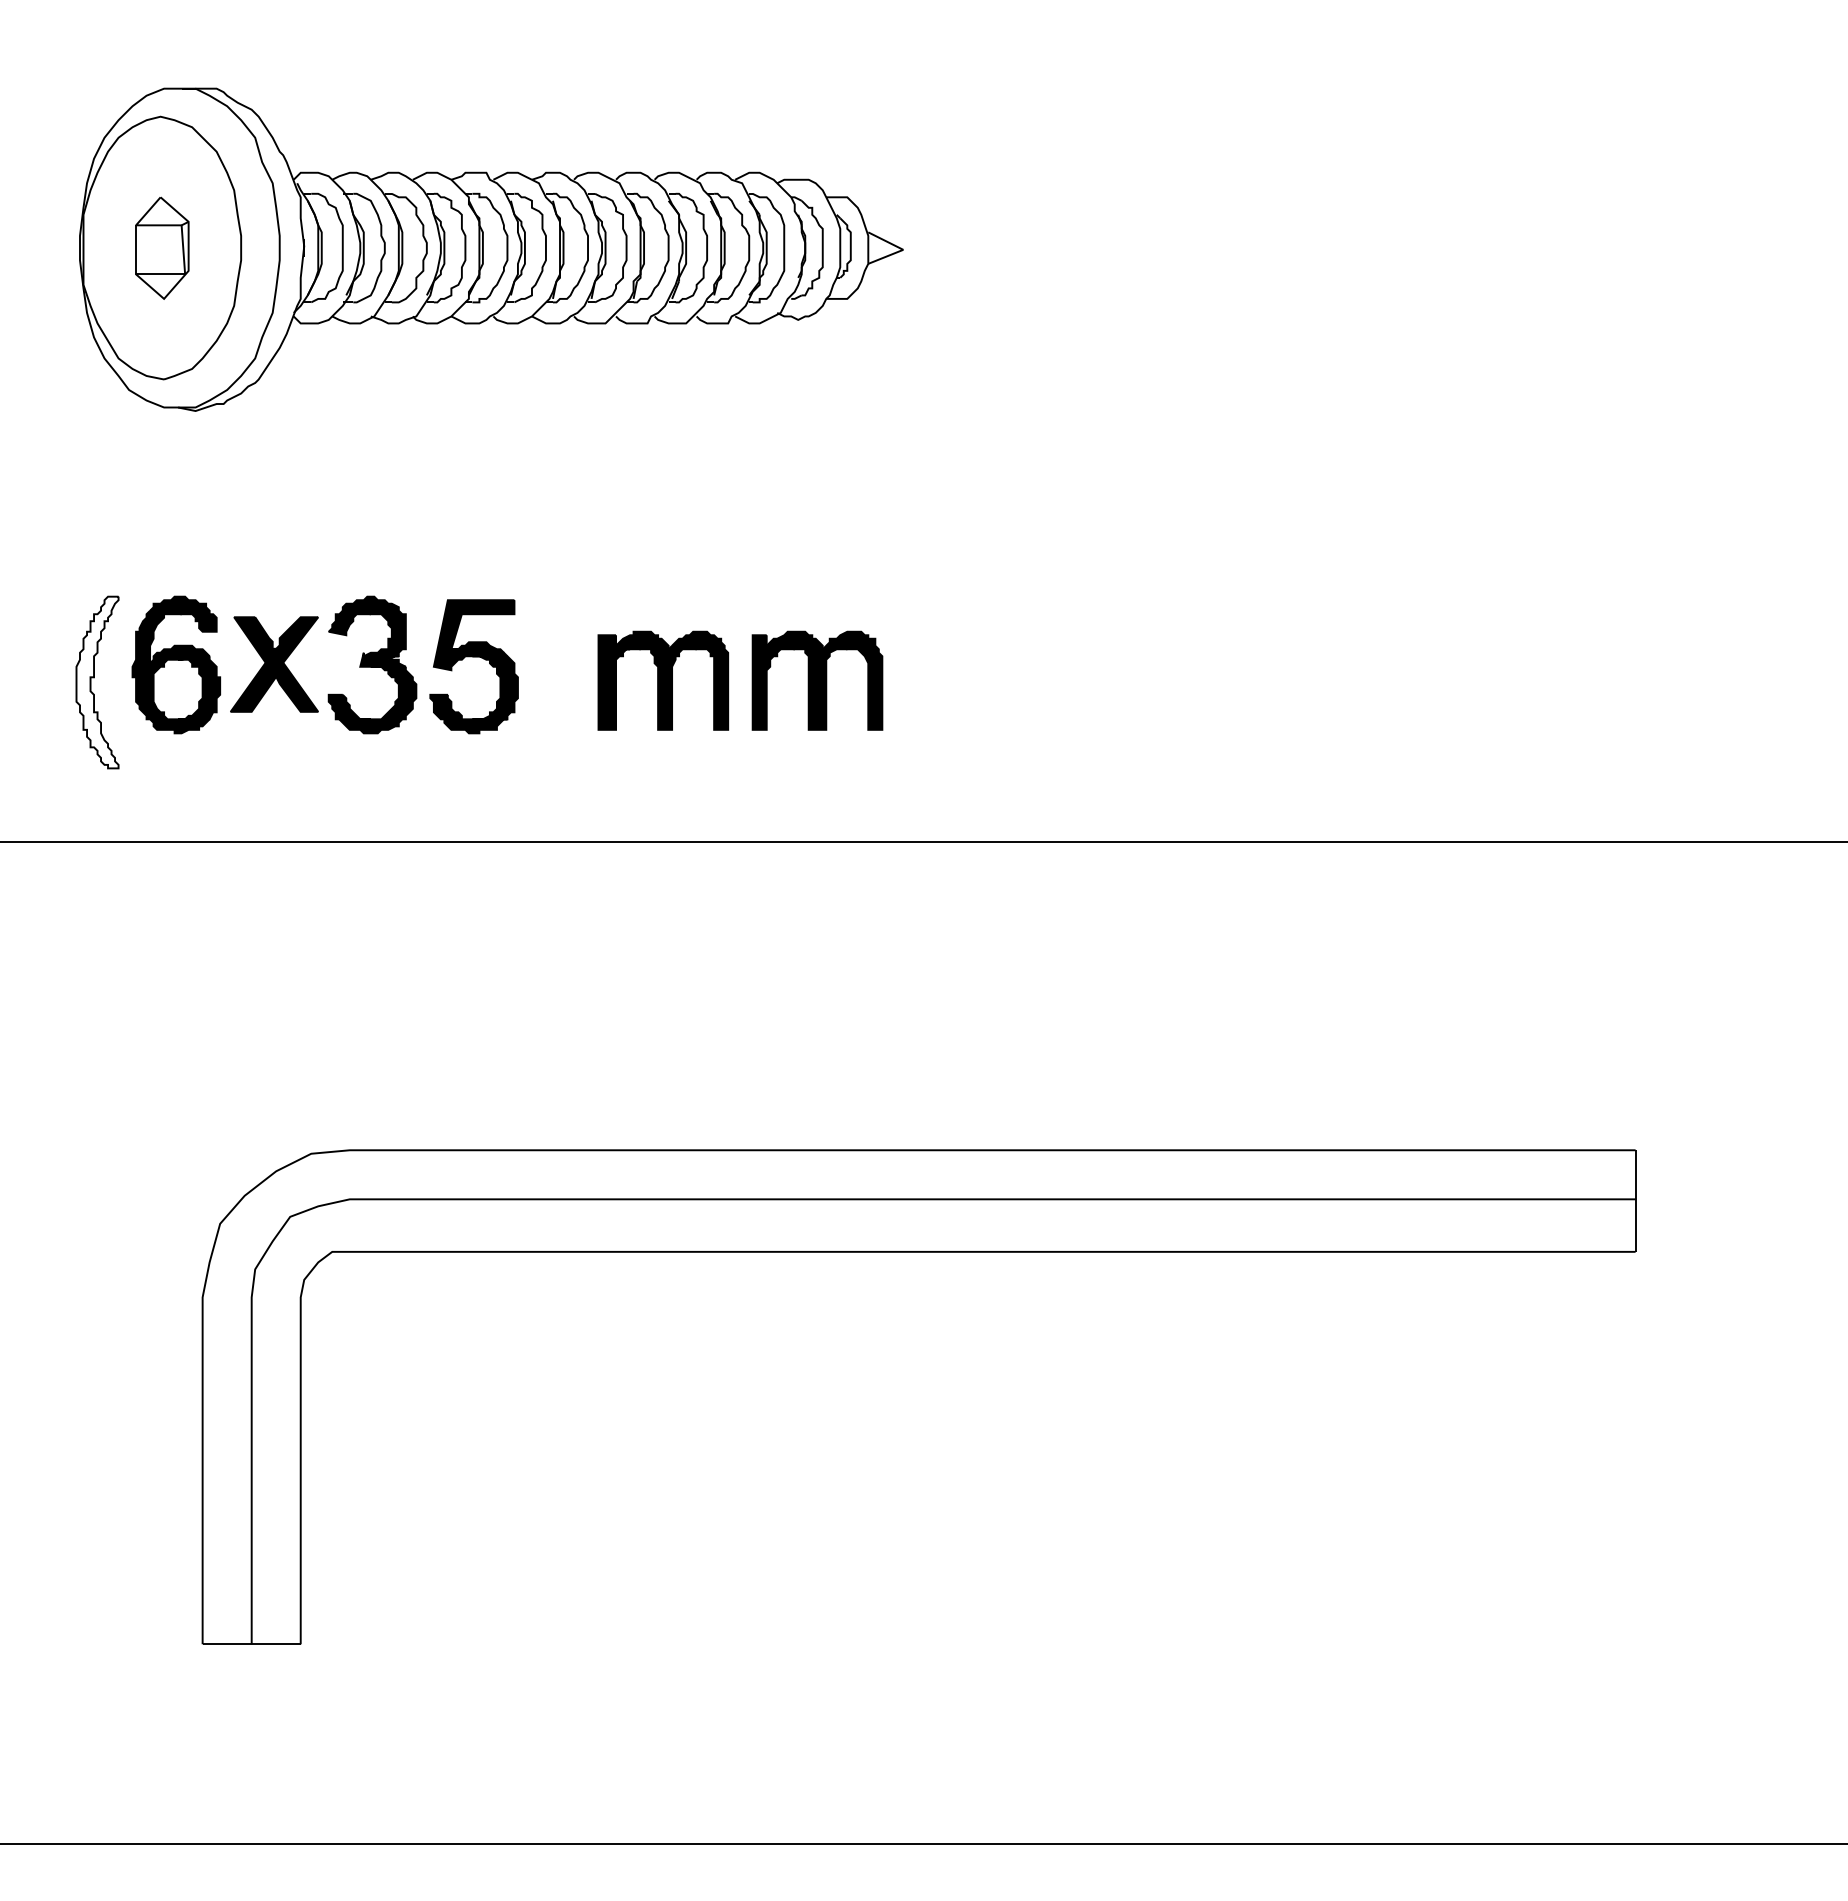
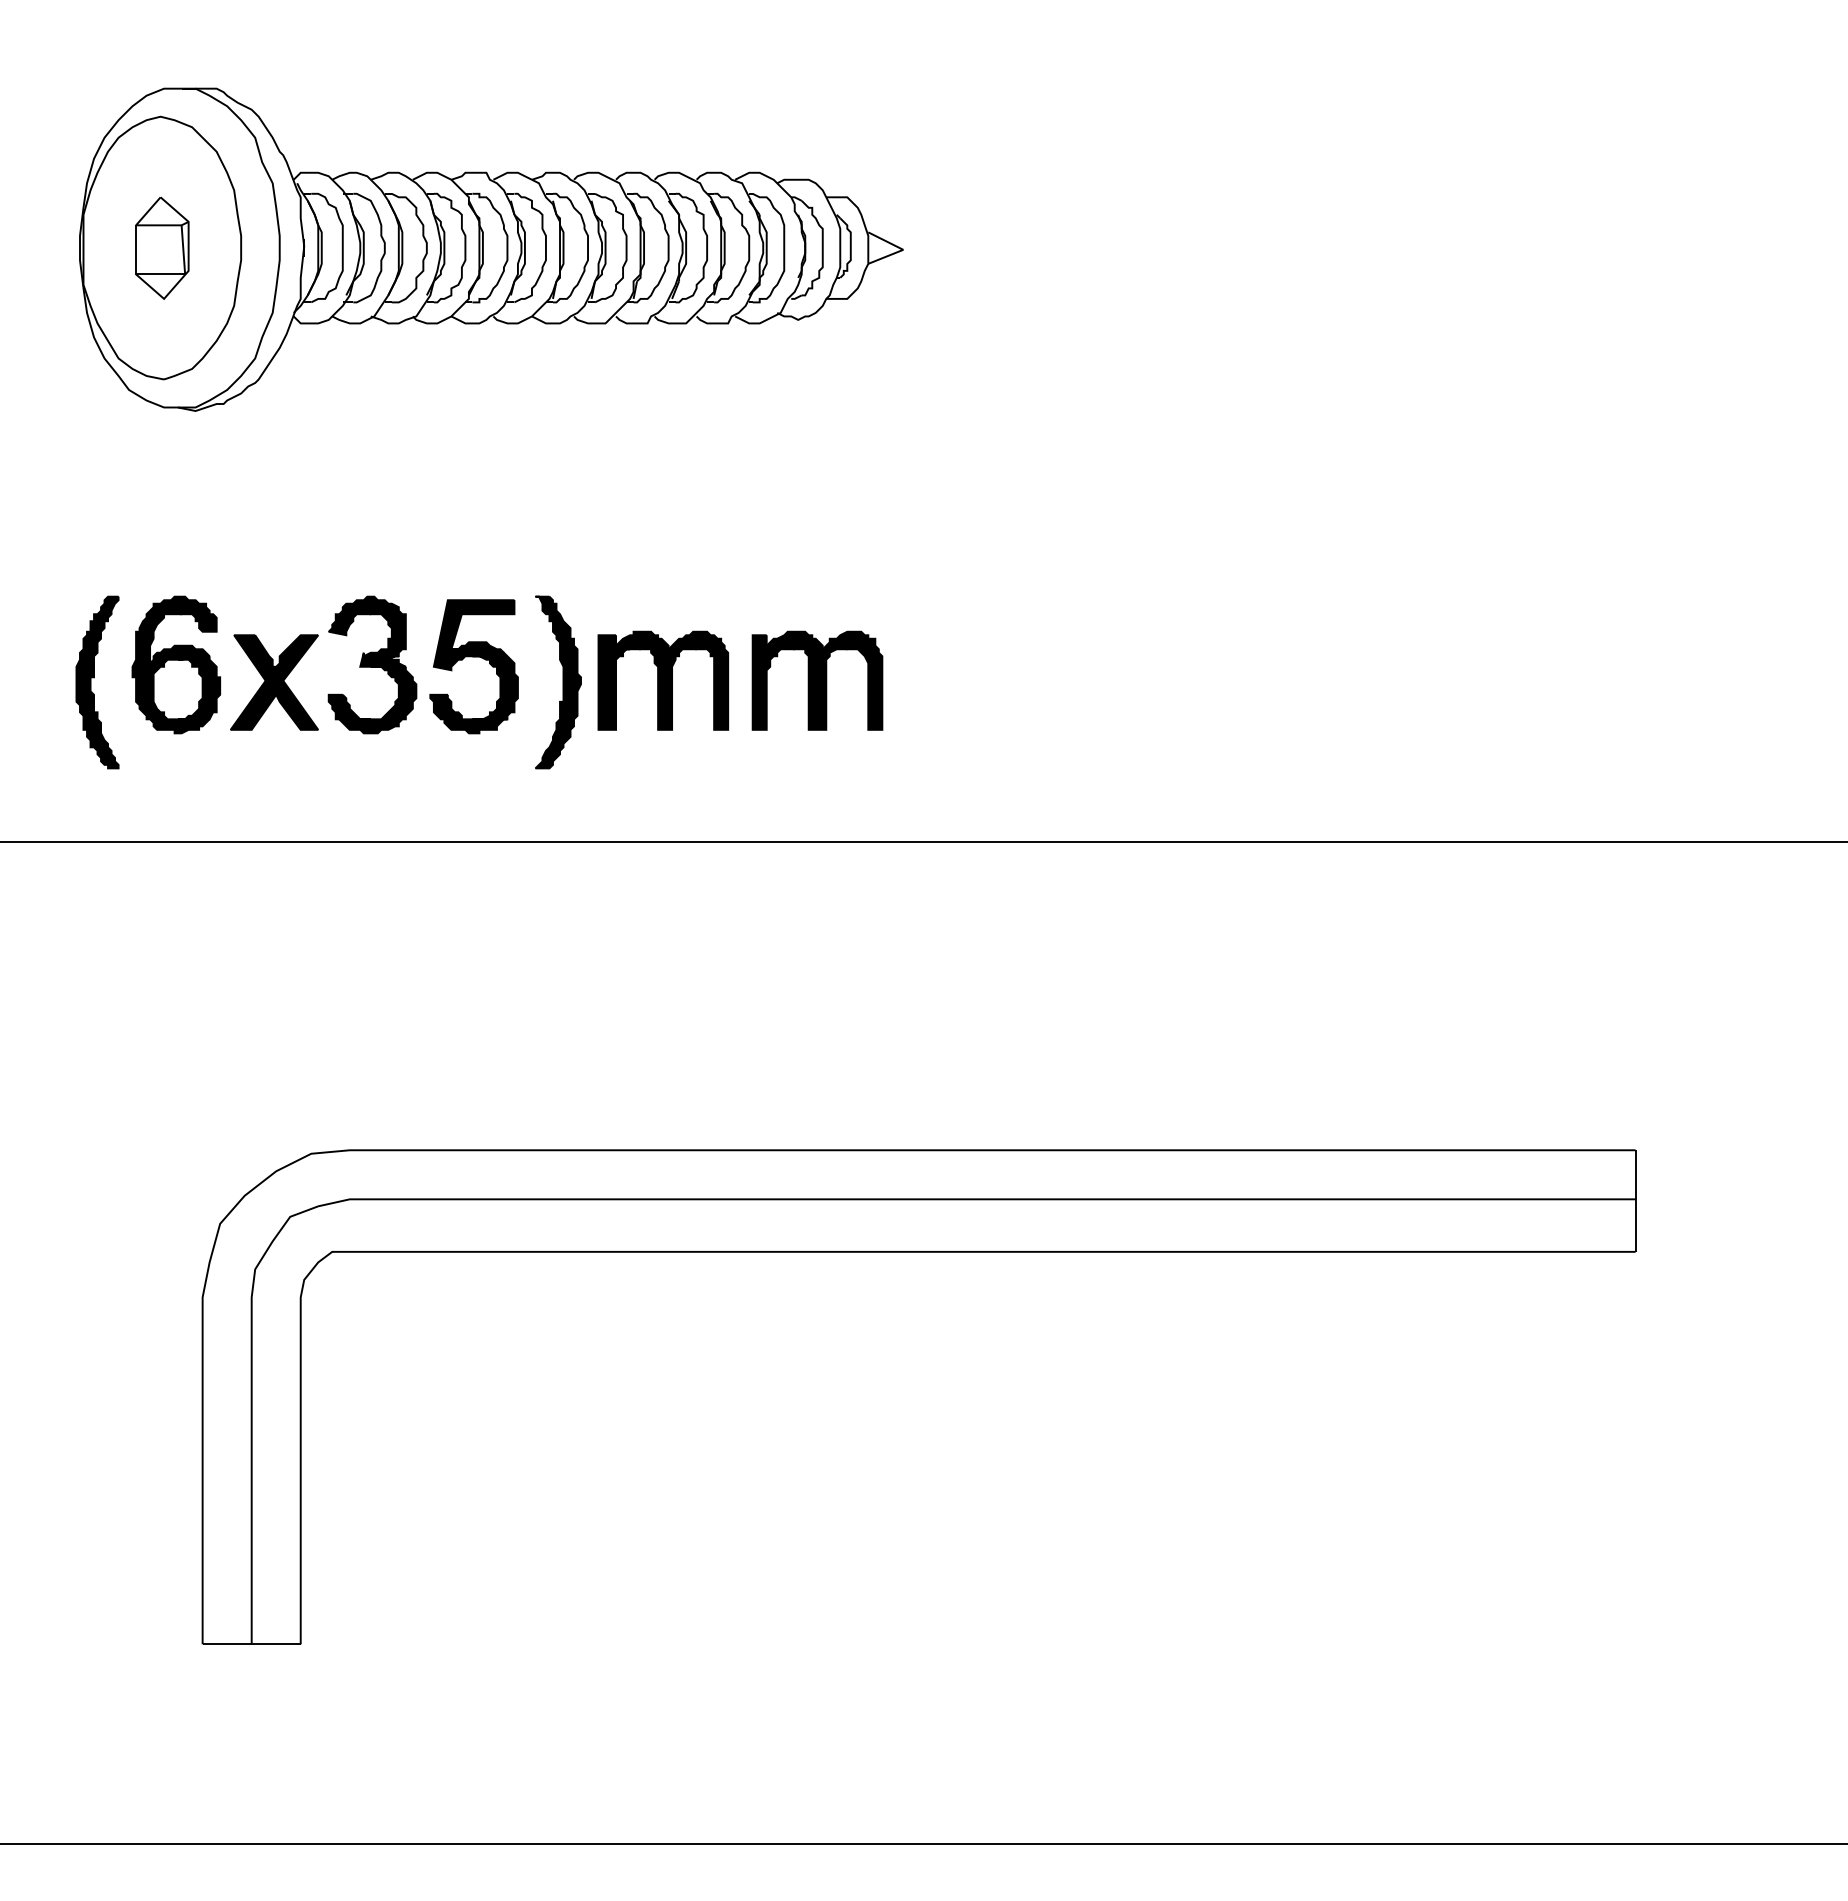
part at (274, 664) position: (274, 664) -> (274, 682)
fill at (97, 682): none -> present
part at (558, 682): none -> present
